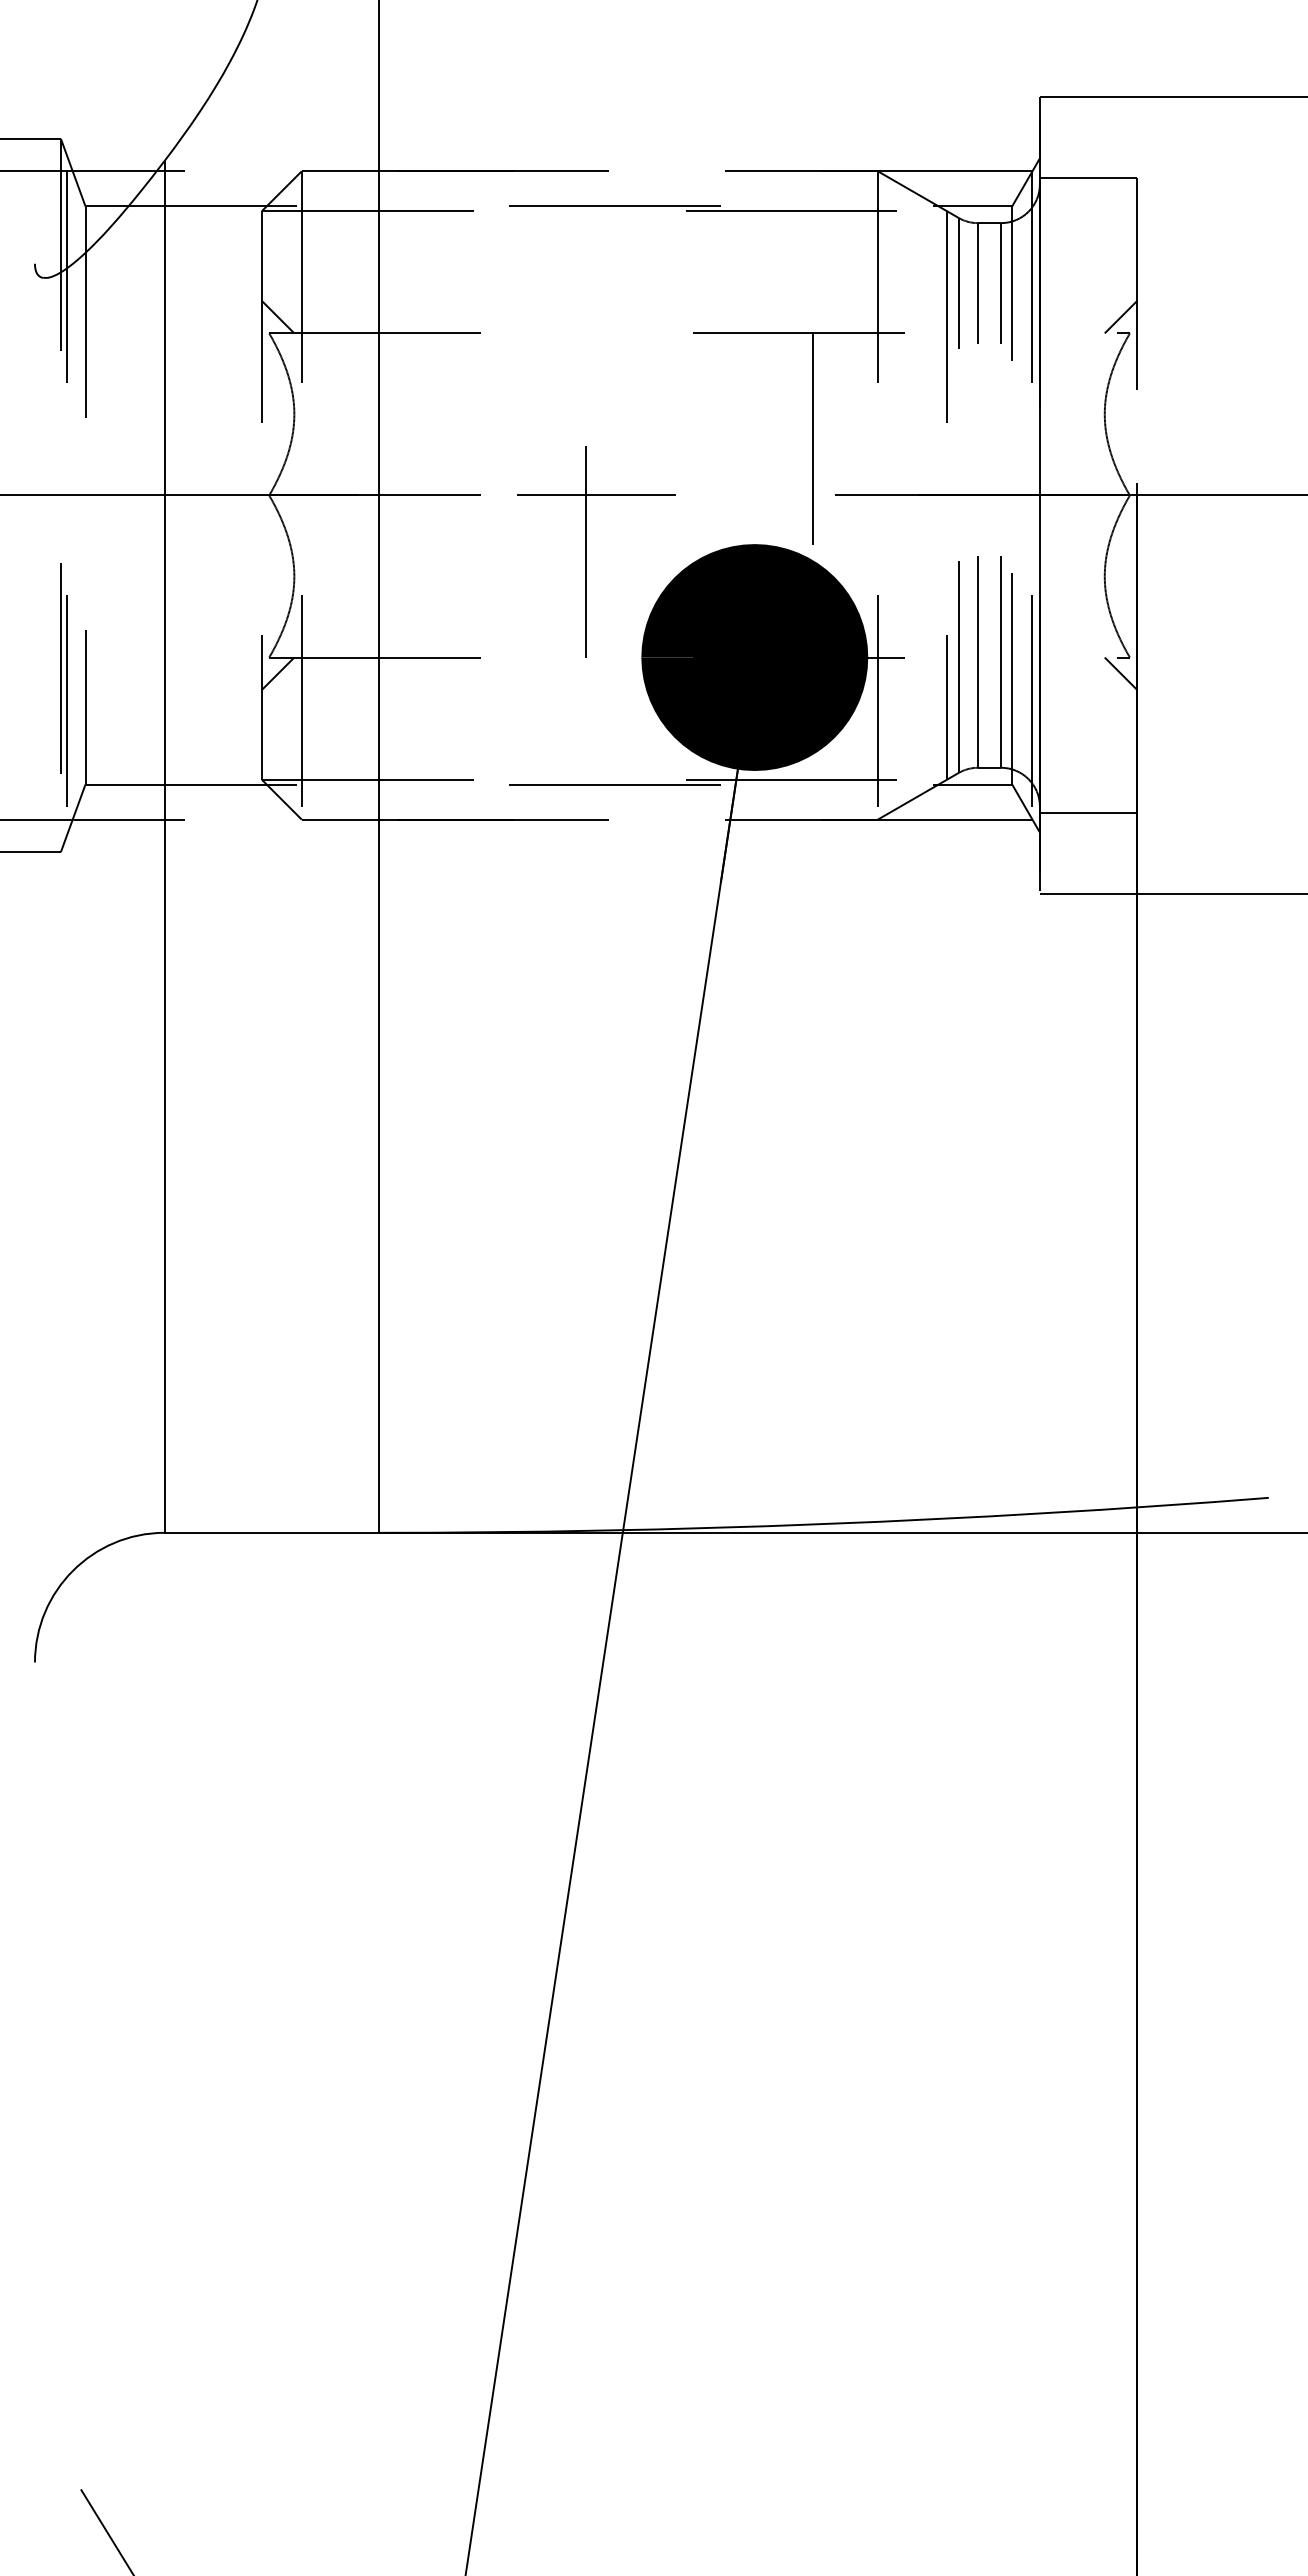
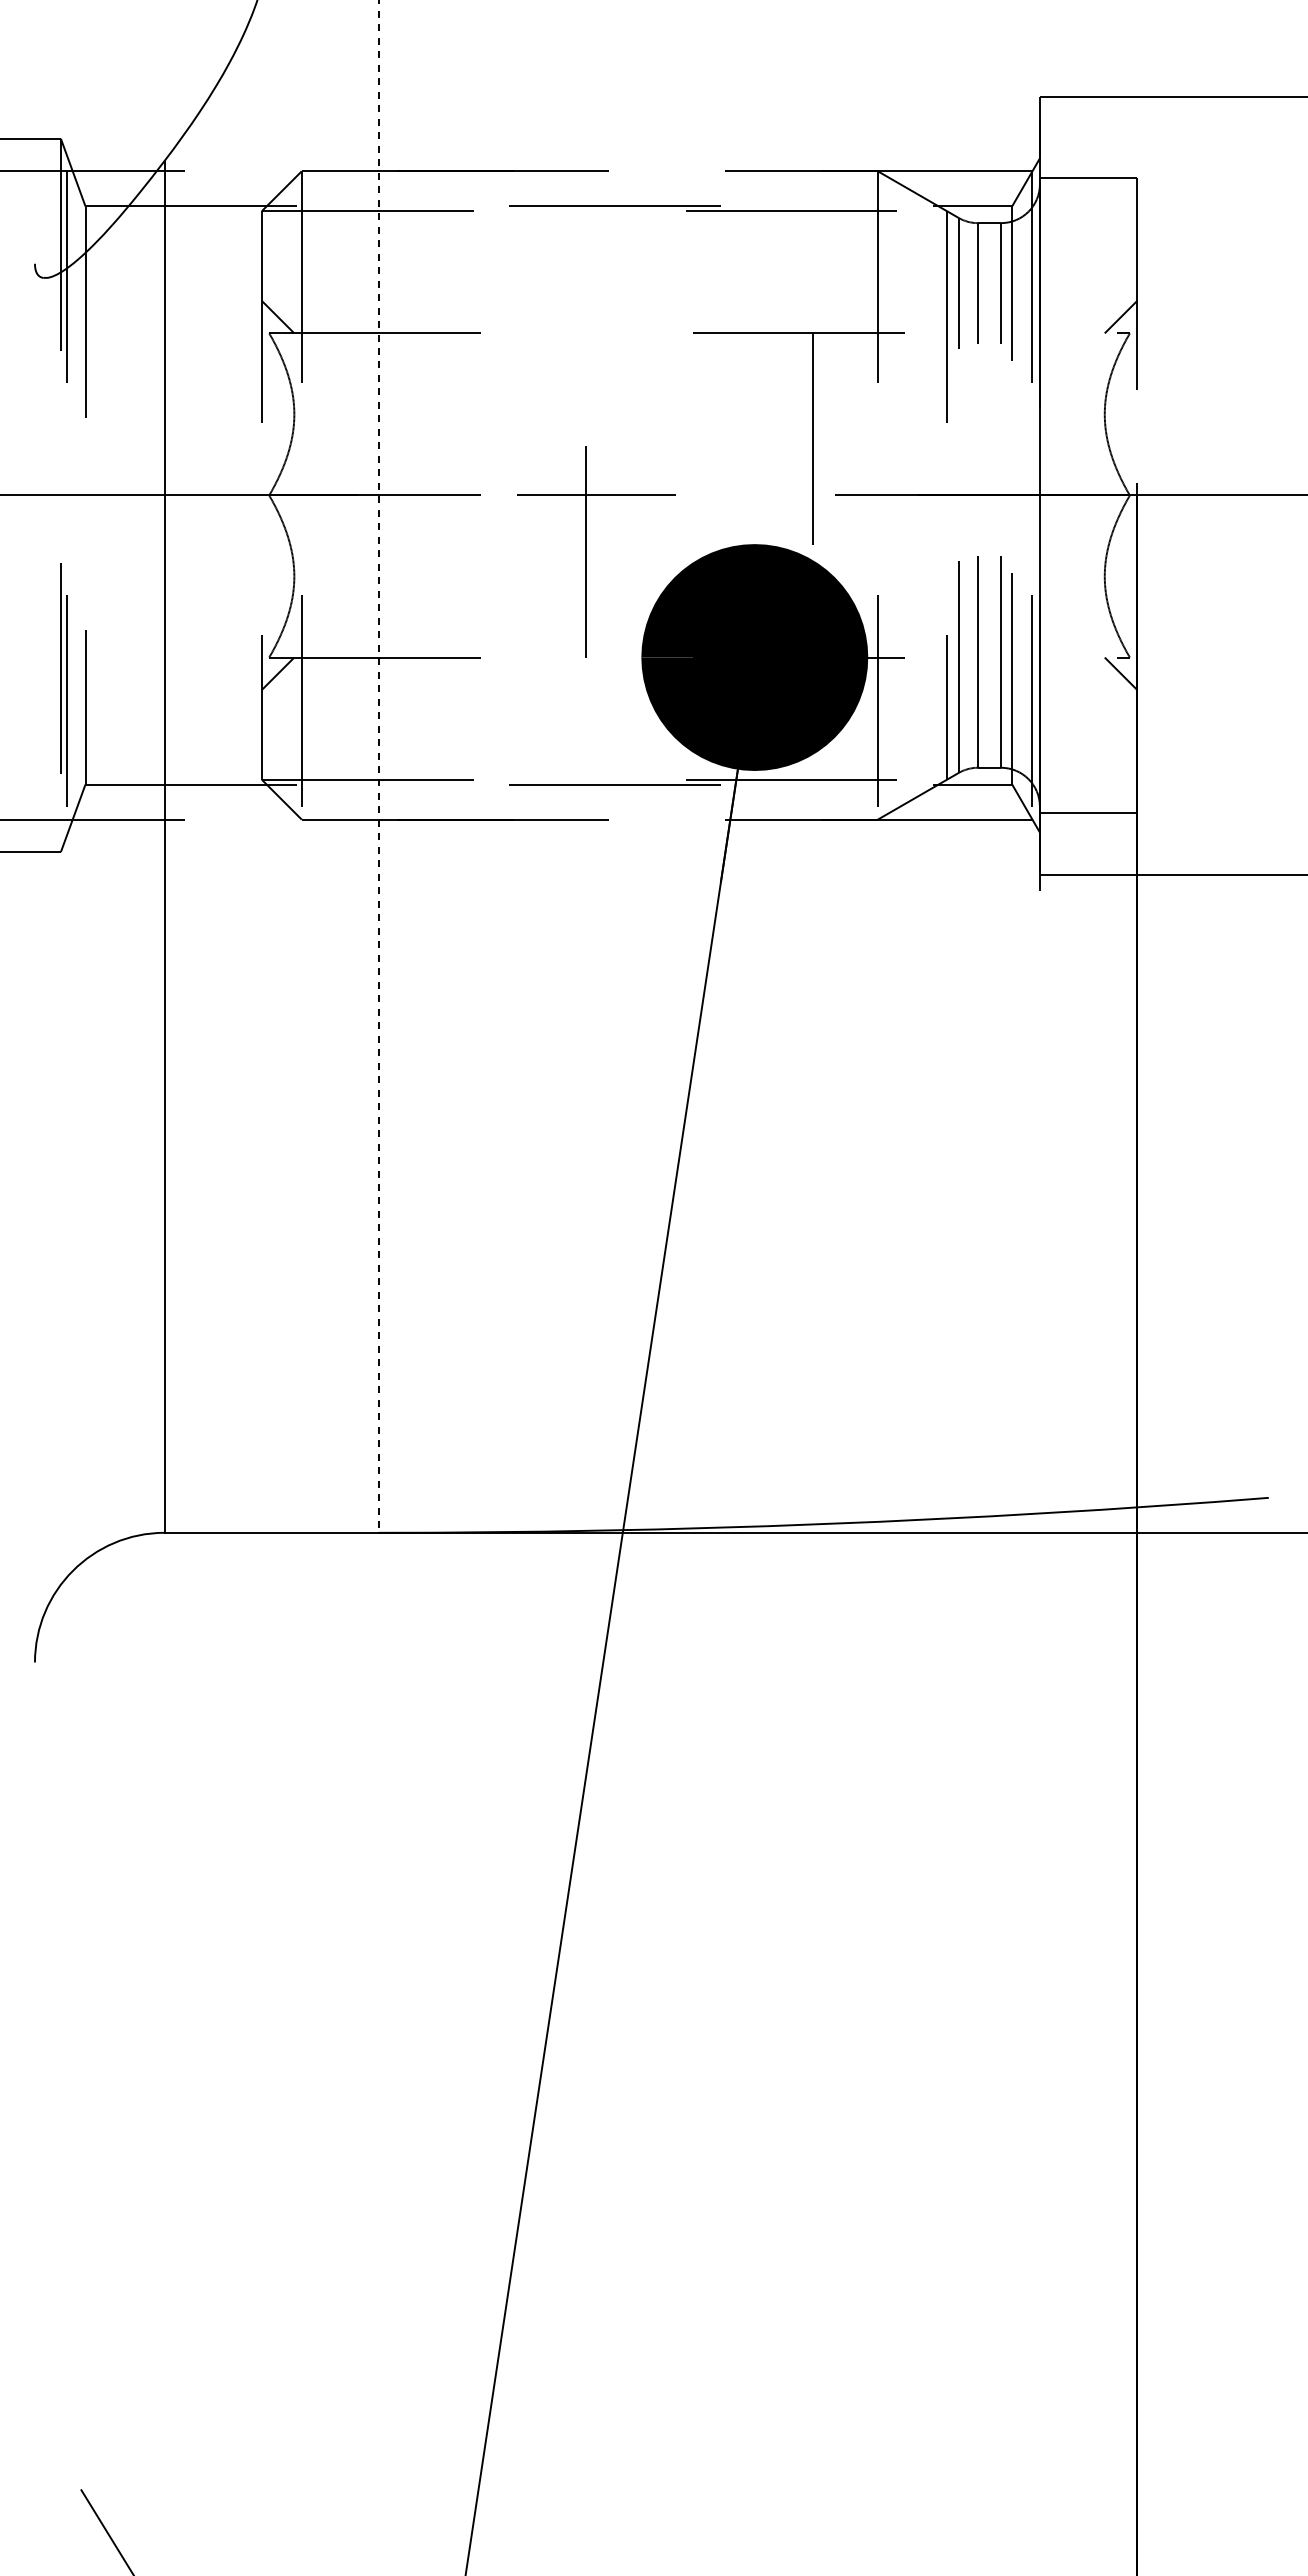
line at (378, 766): solid -> dashed
line at (1171, 894) position: (1171, 894) -> (1171, 875)
